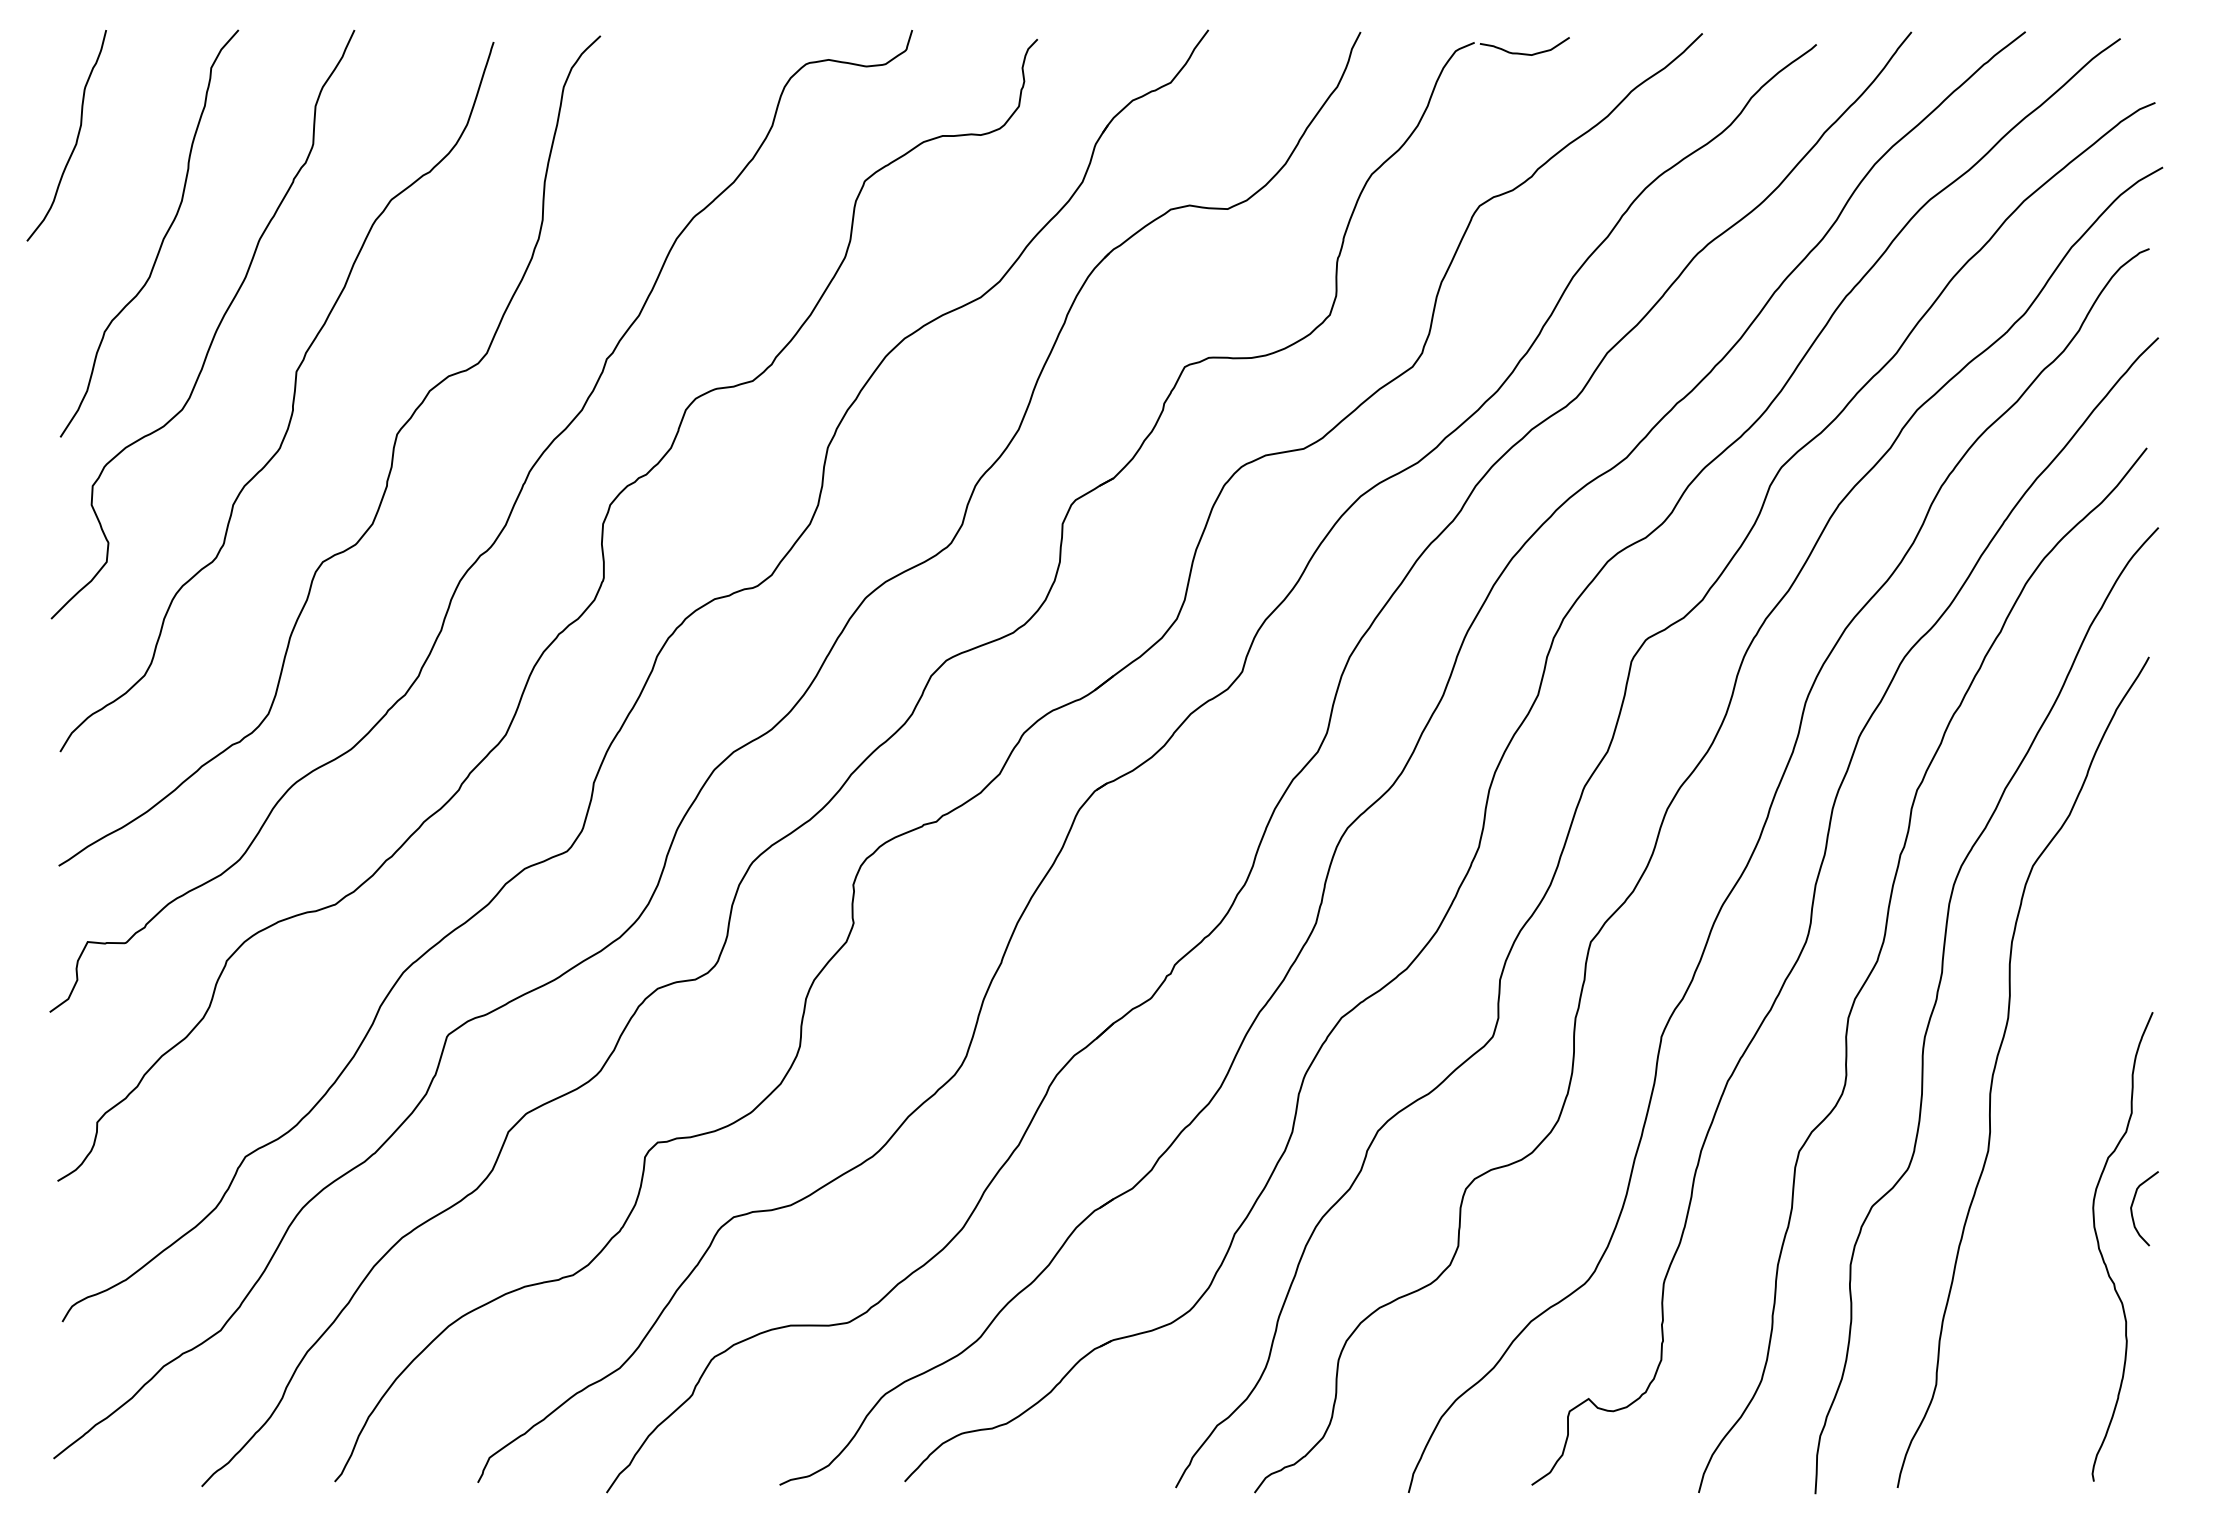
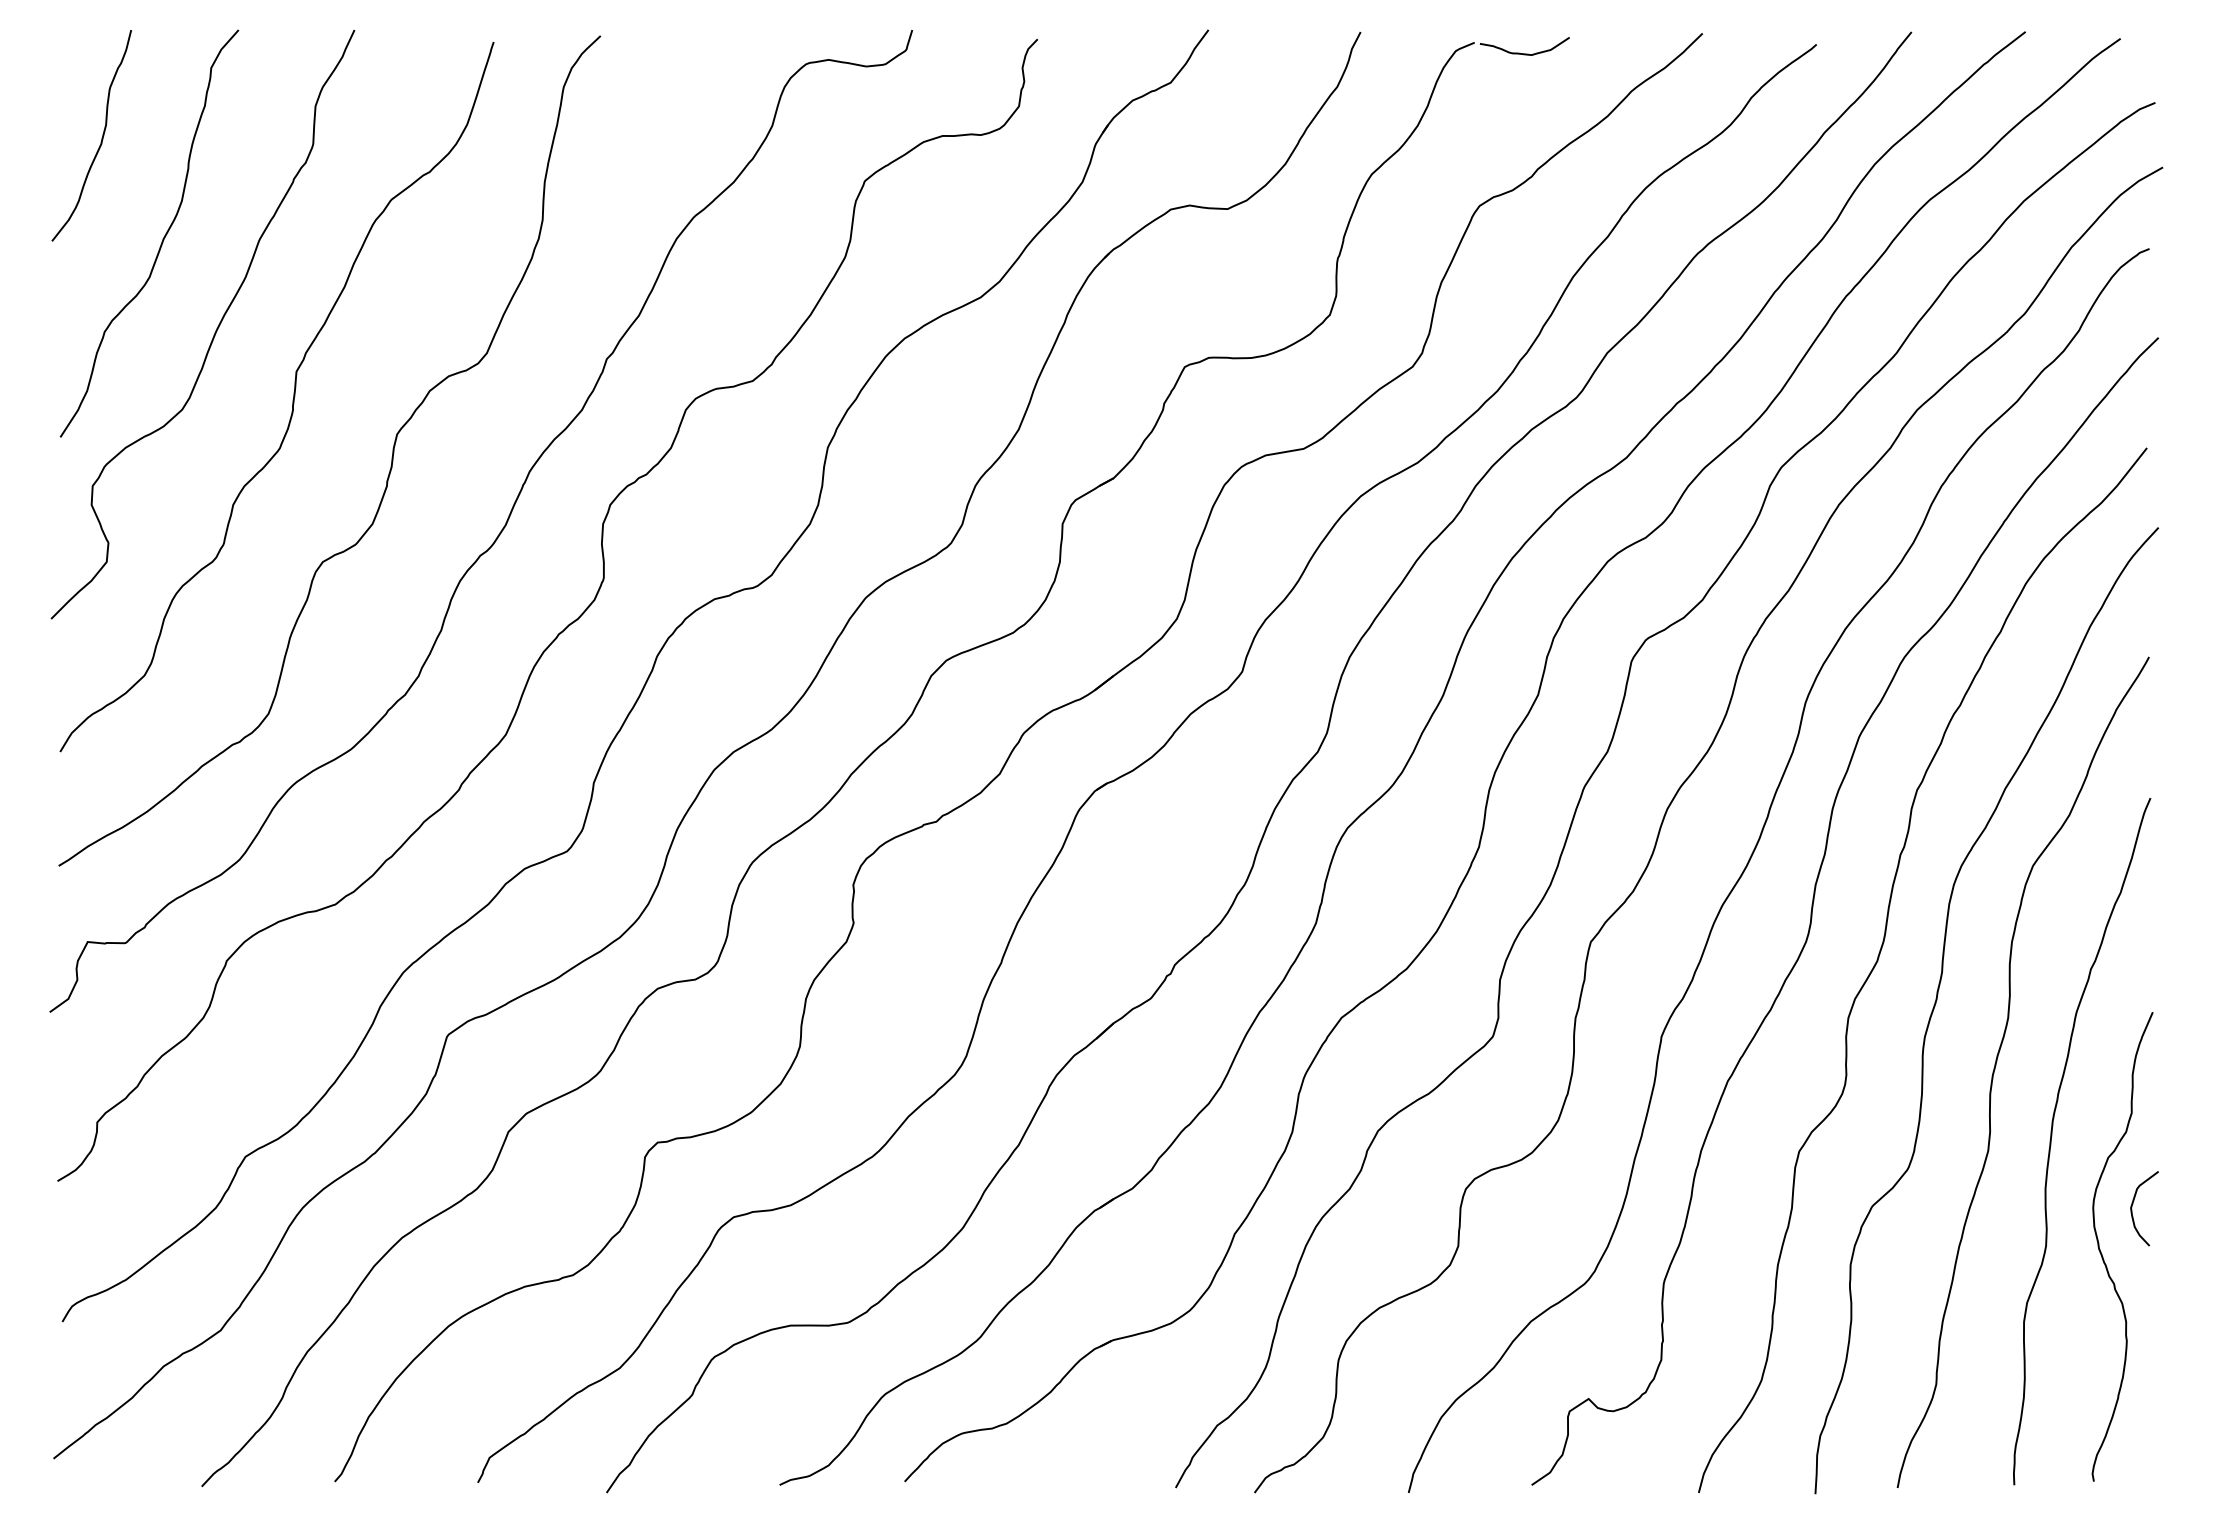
curve at (76, 137) position: (76, 137) -> (101, 137)
curve at (2052, 1136): none -> present
